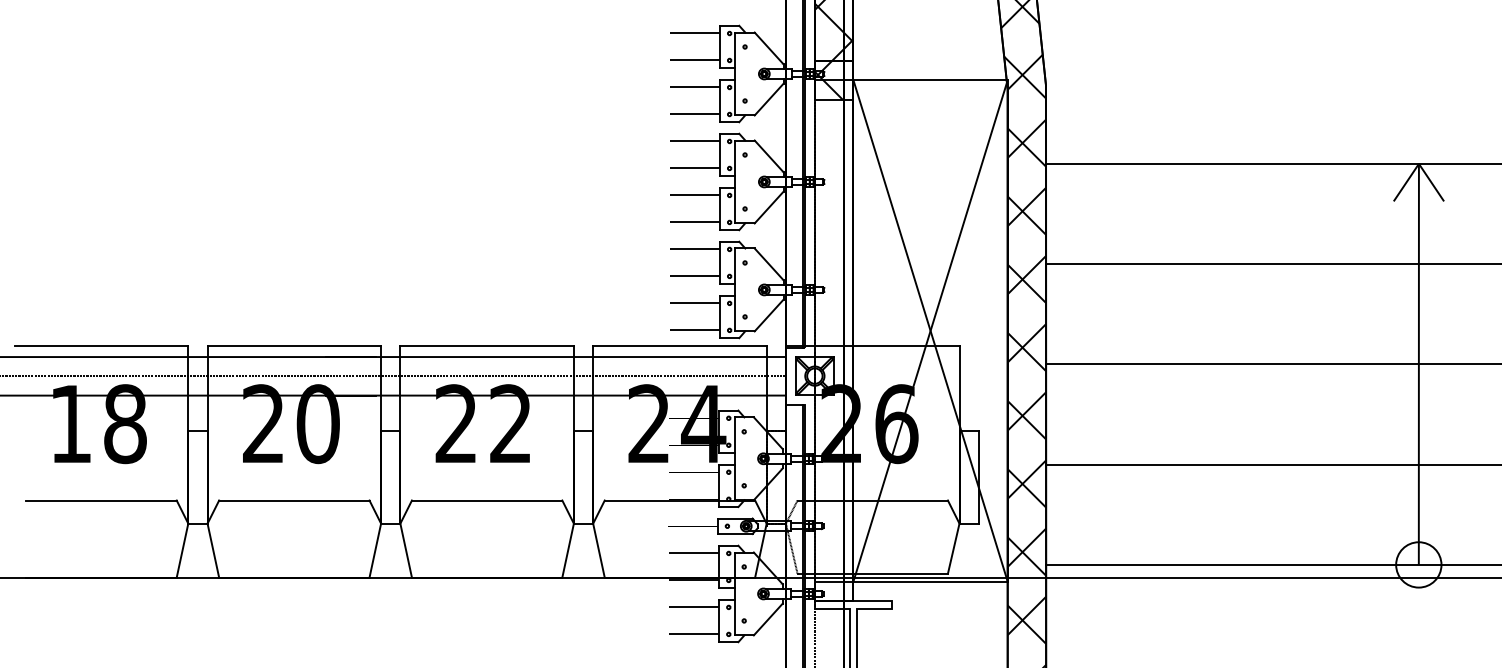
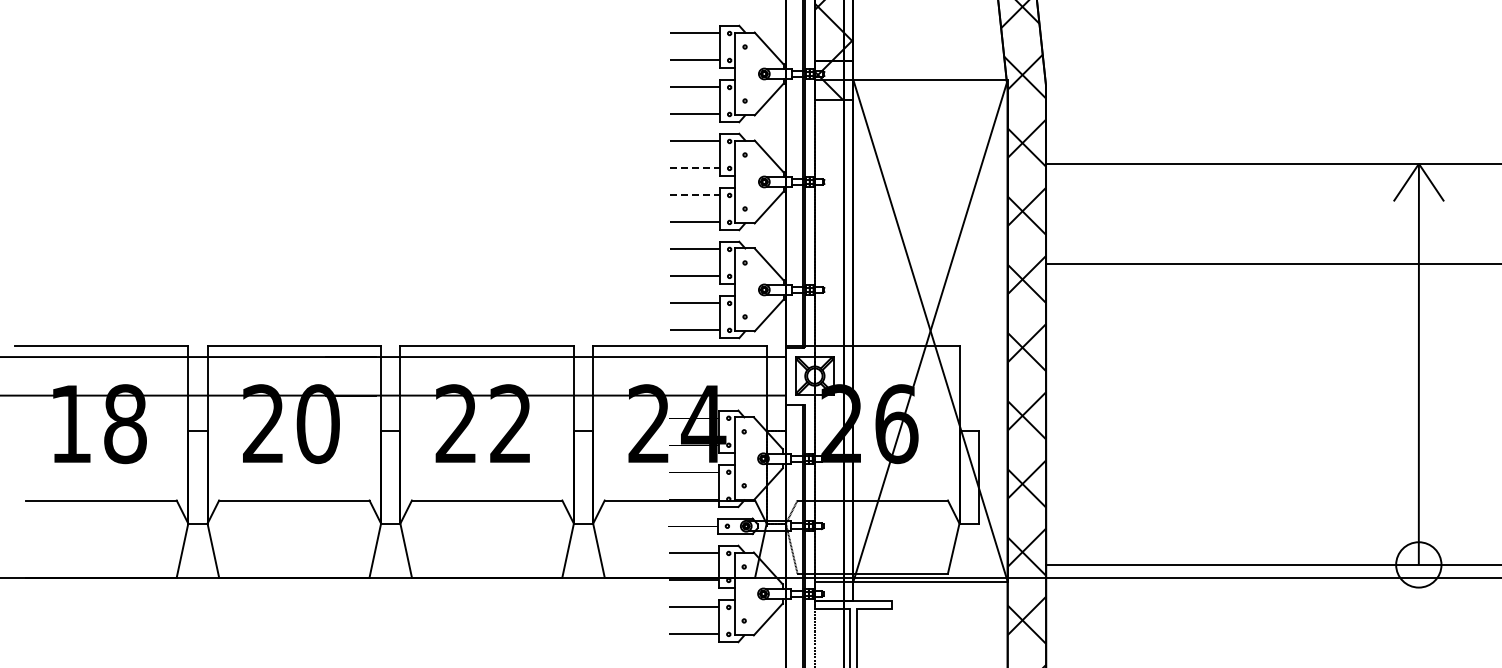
line at (695, 168): solid -> dashed
line at (695, 195): solid -> dashed
line at (1272, 364): present -> none
line at (393, 376): present -> none
line at (1272, 464): present -> none
